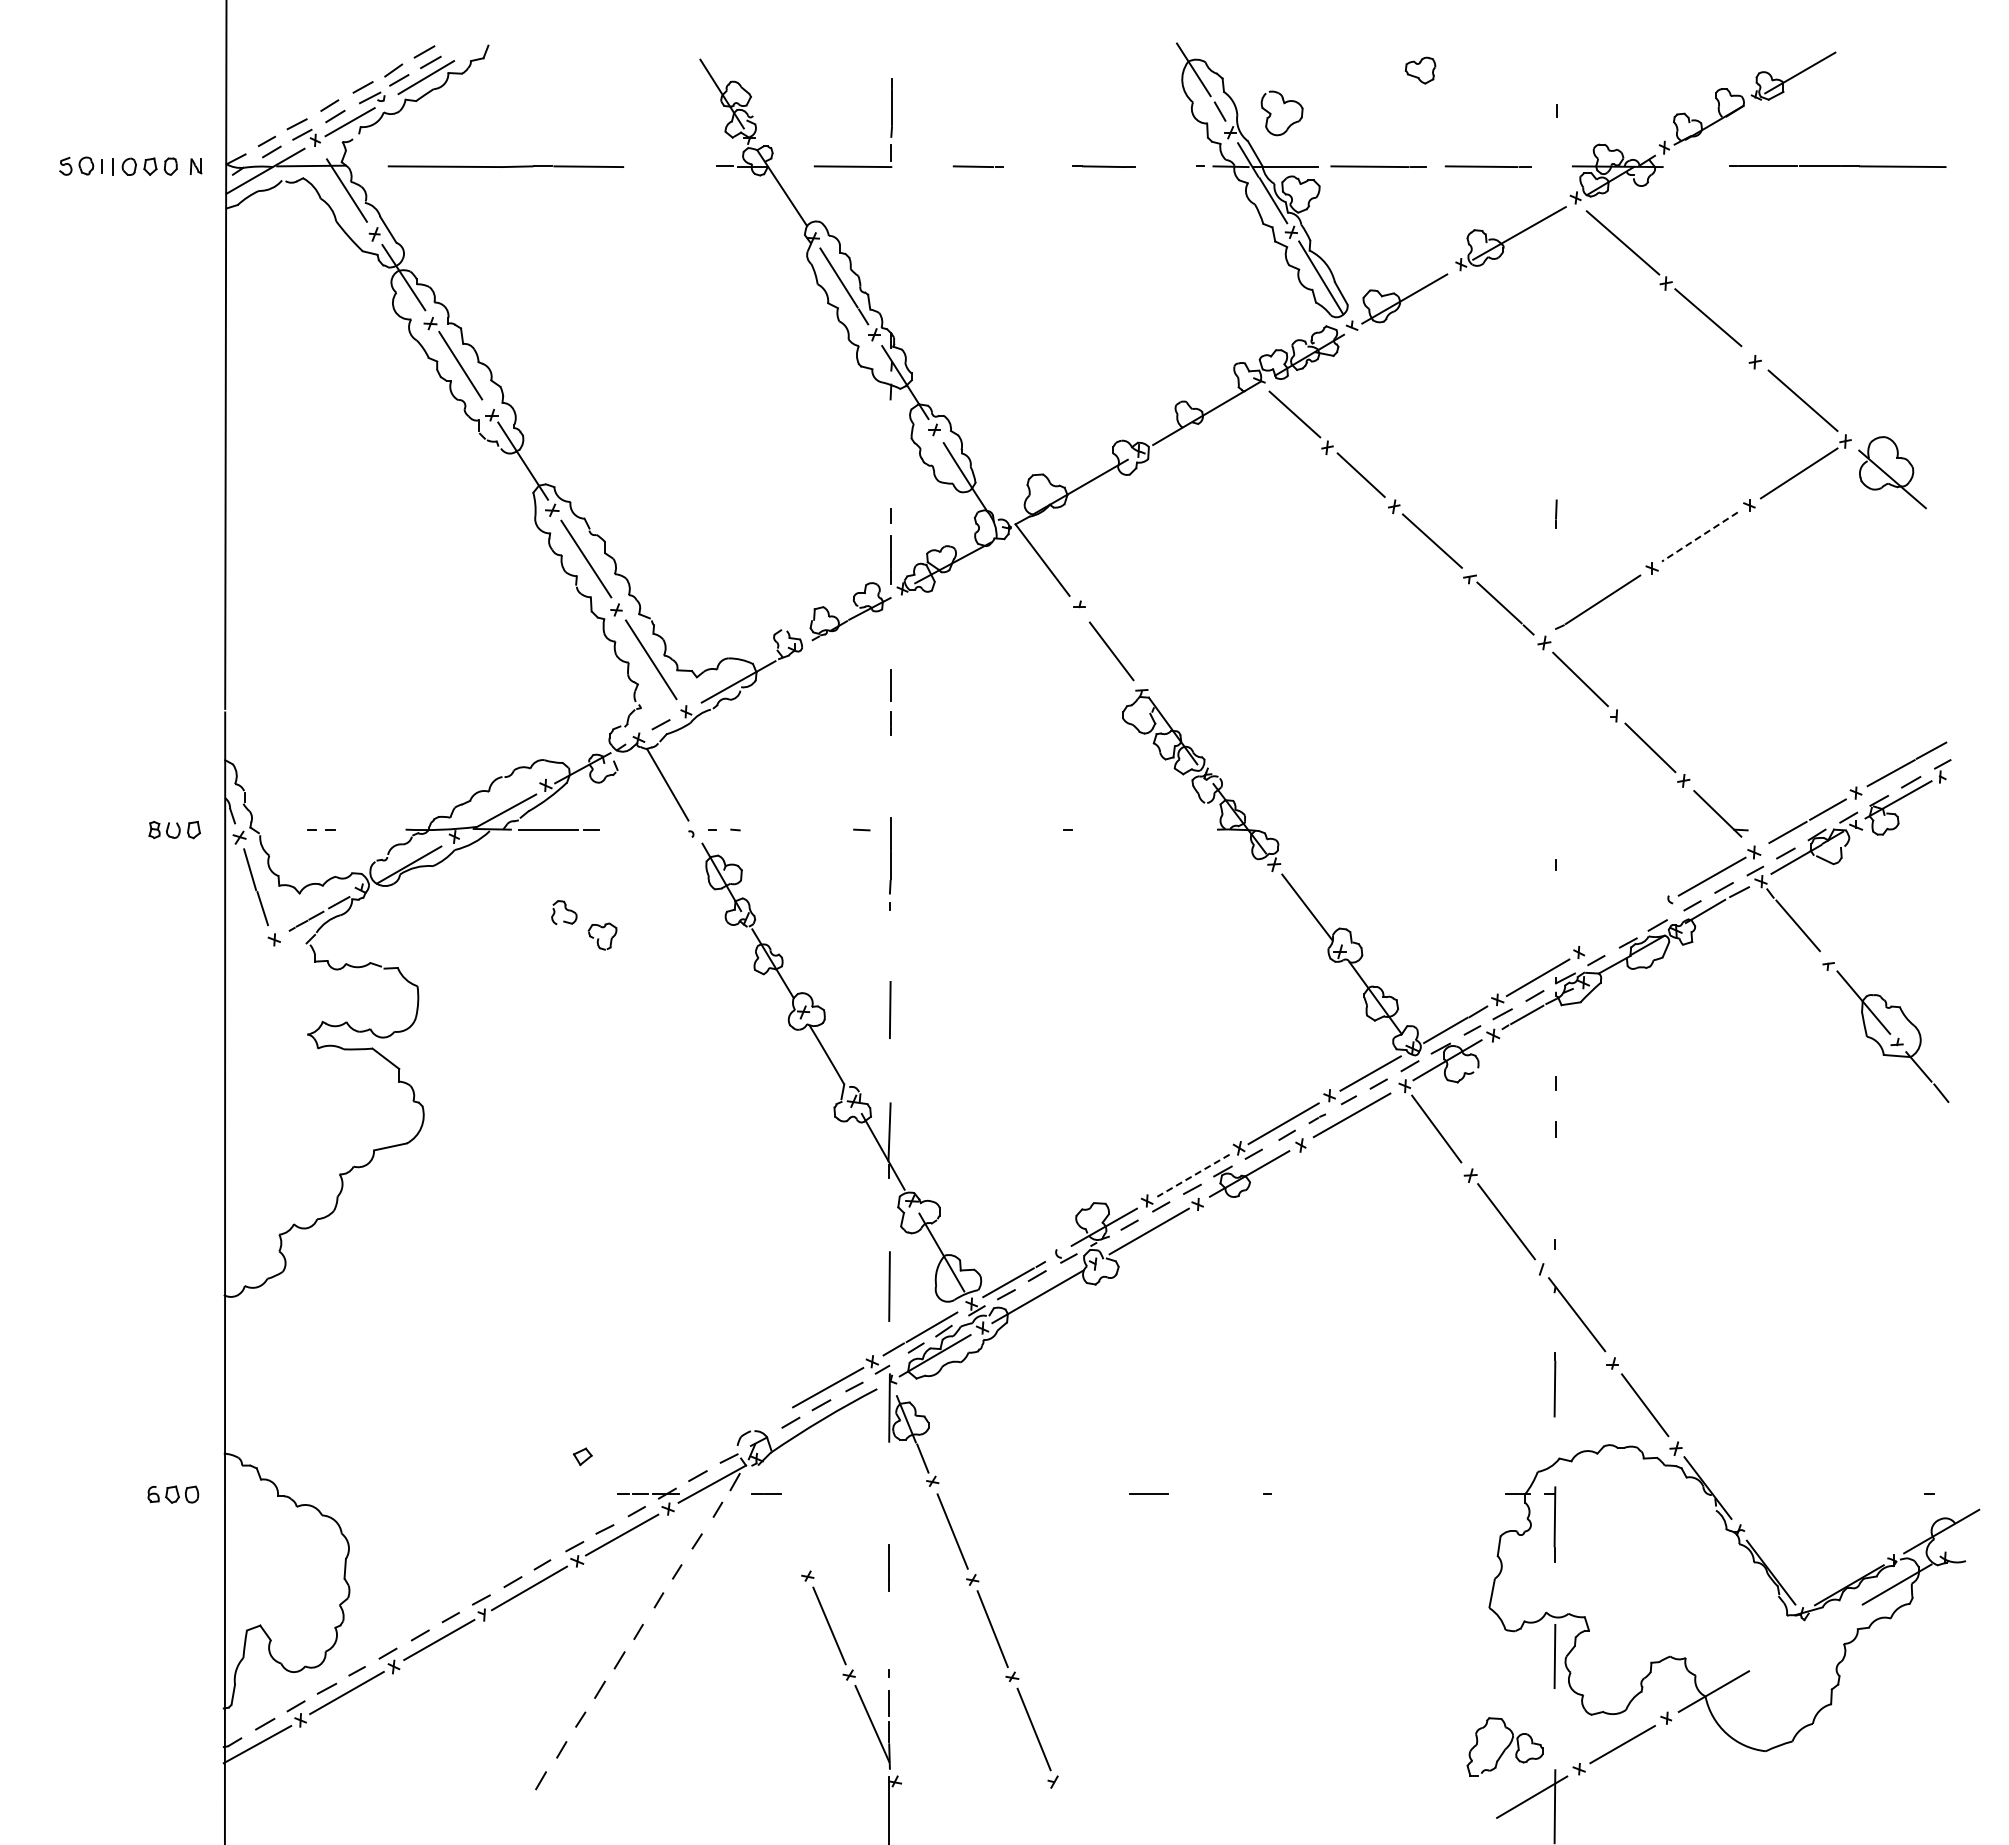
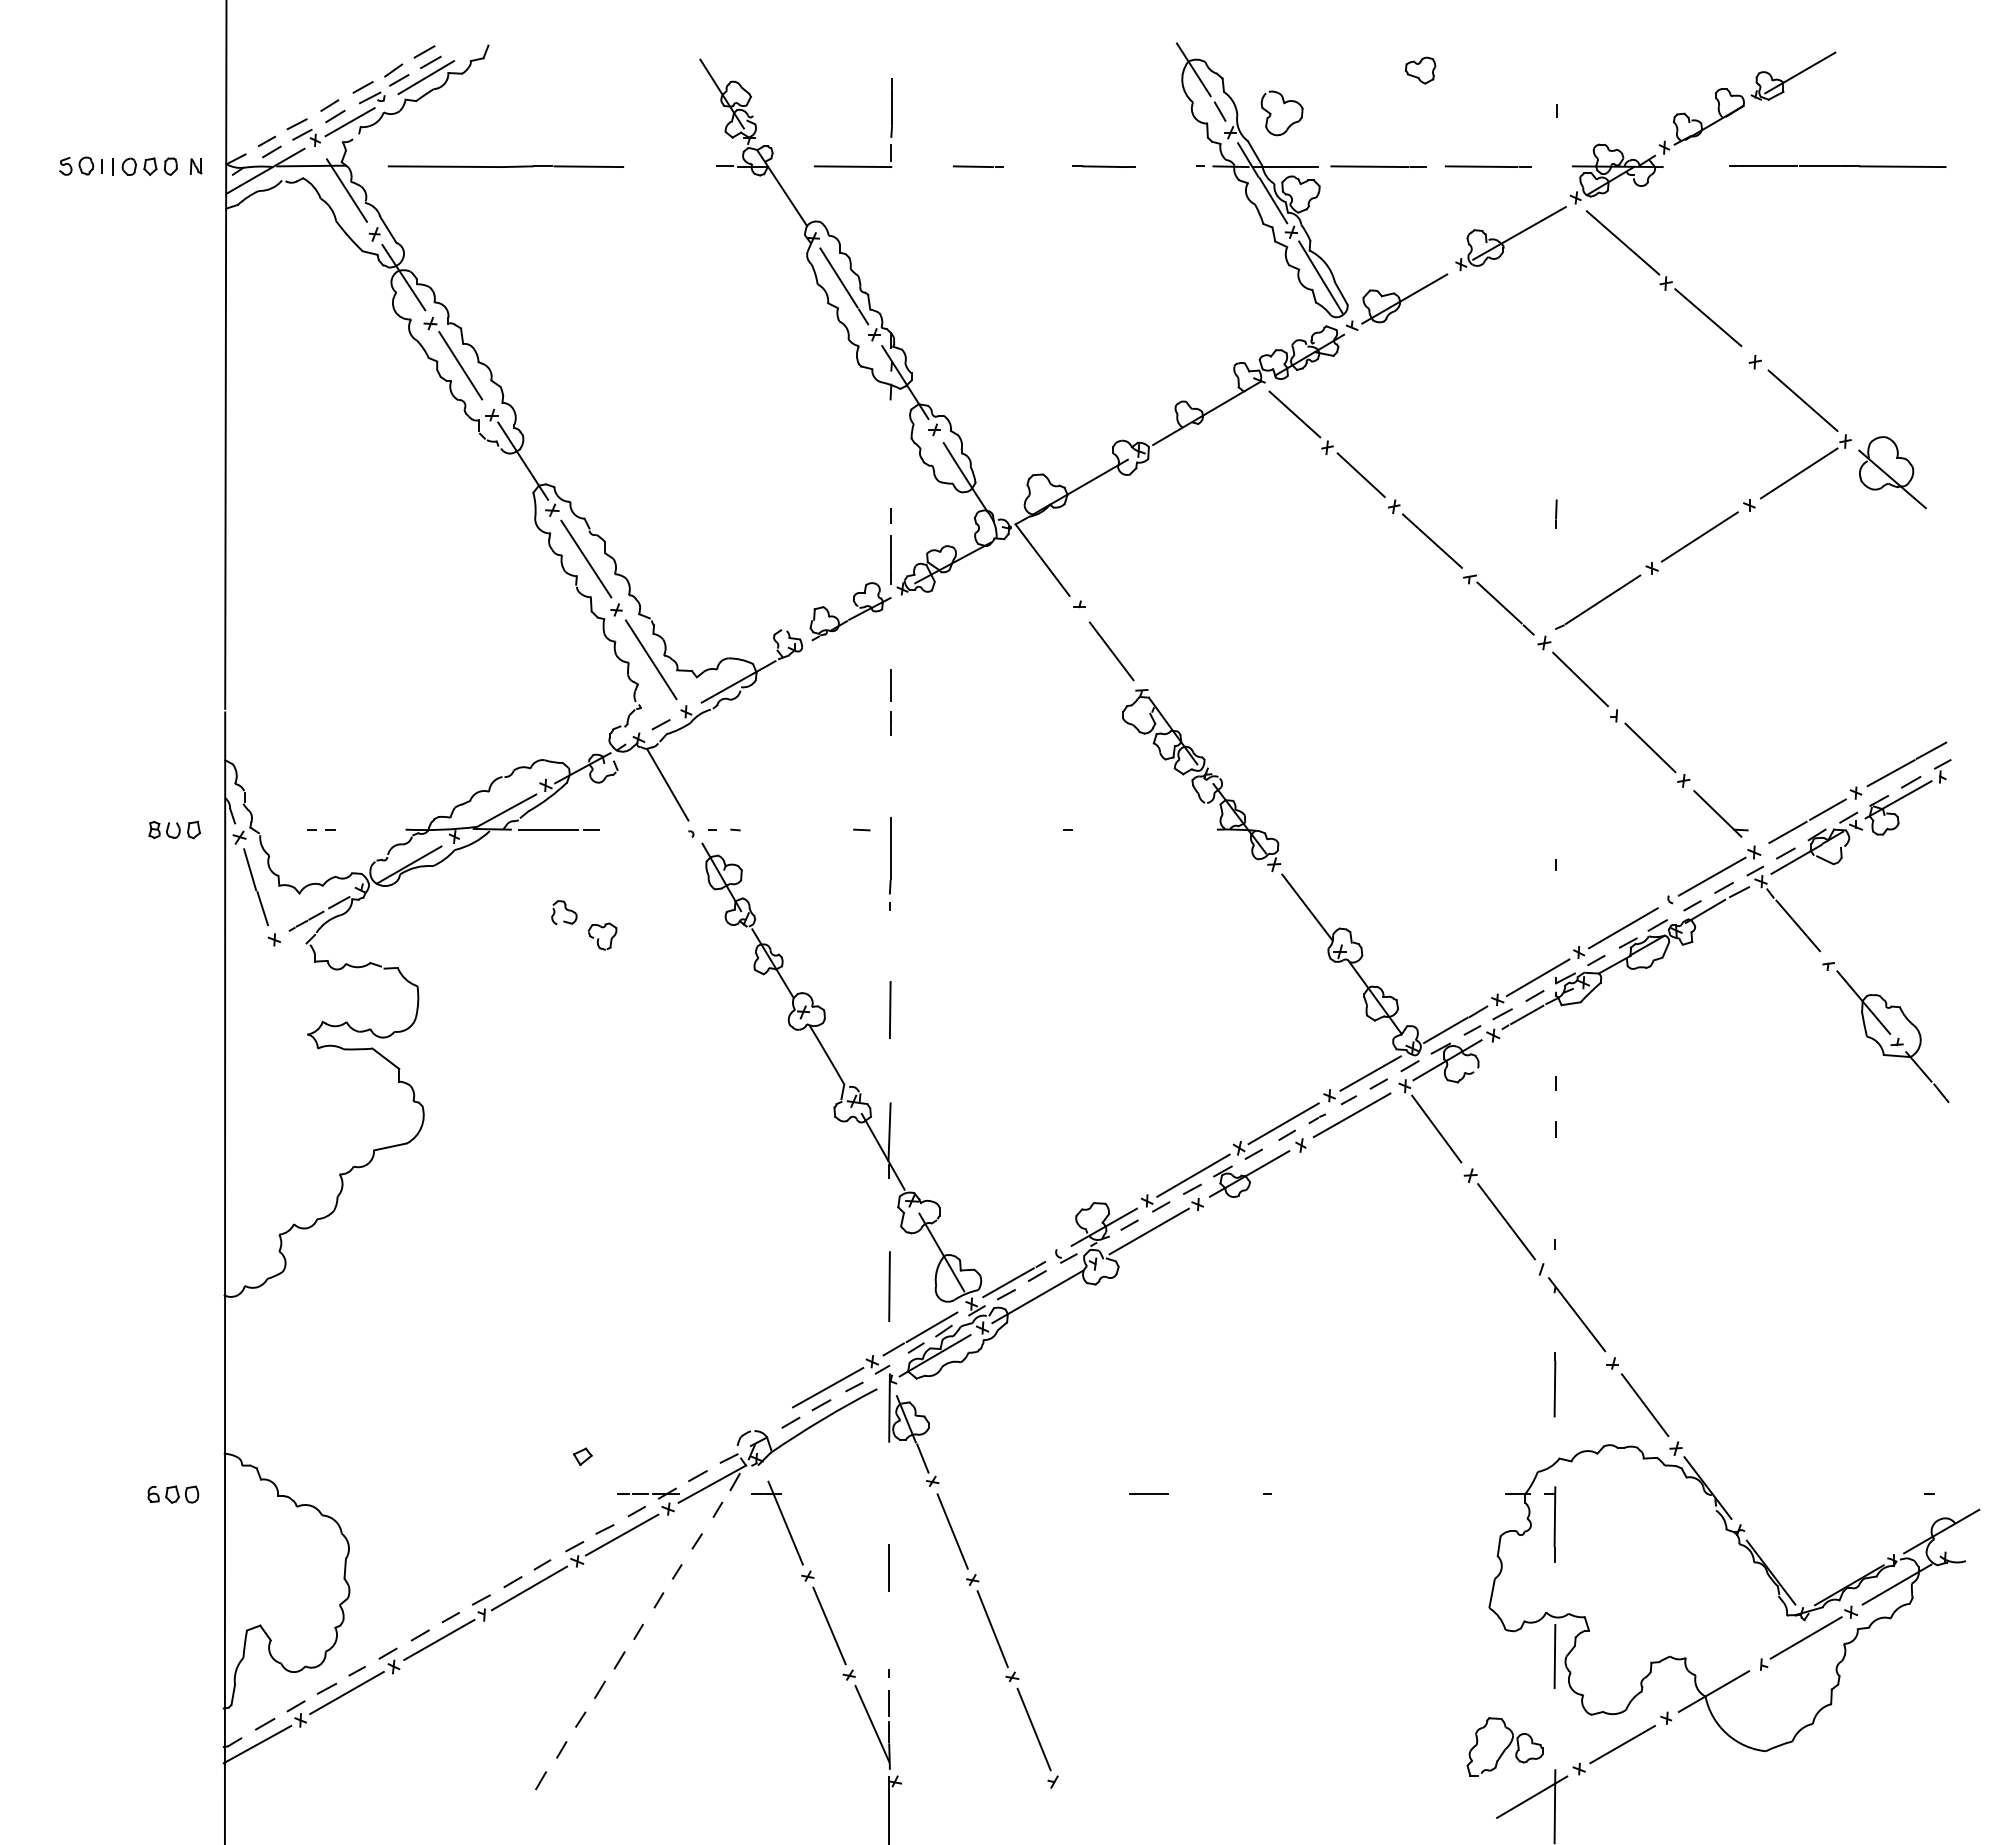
line at (1699, 537): dashed -> solid
line at (1623, 928): none -> present
line at (1193, 1175): dashed -> solid
line at (785, 1522): none -> present
part at (1809, 1637): none -> present
